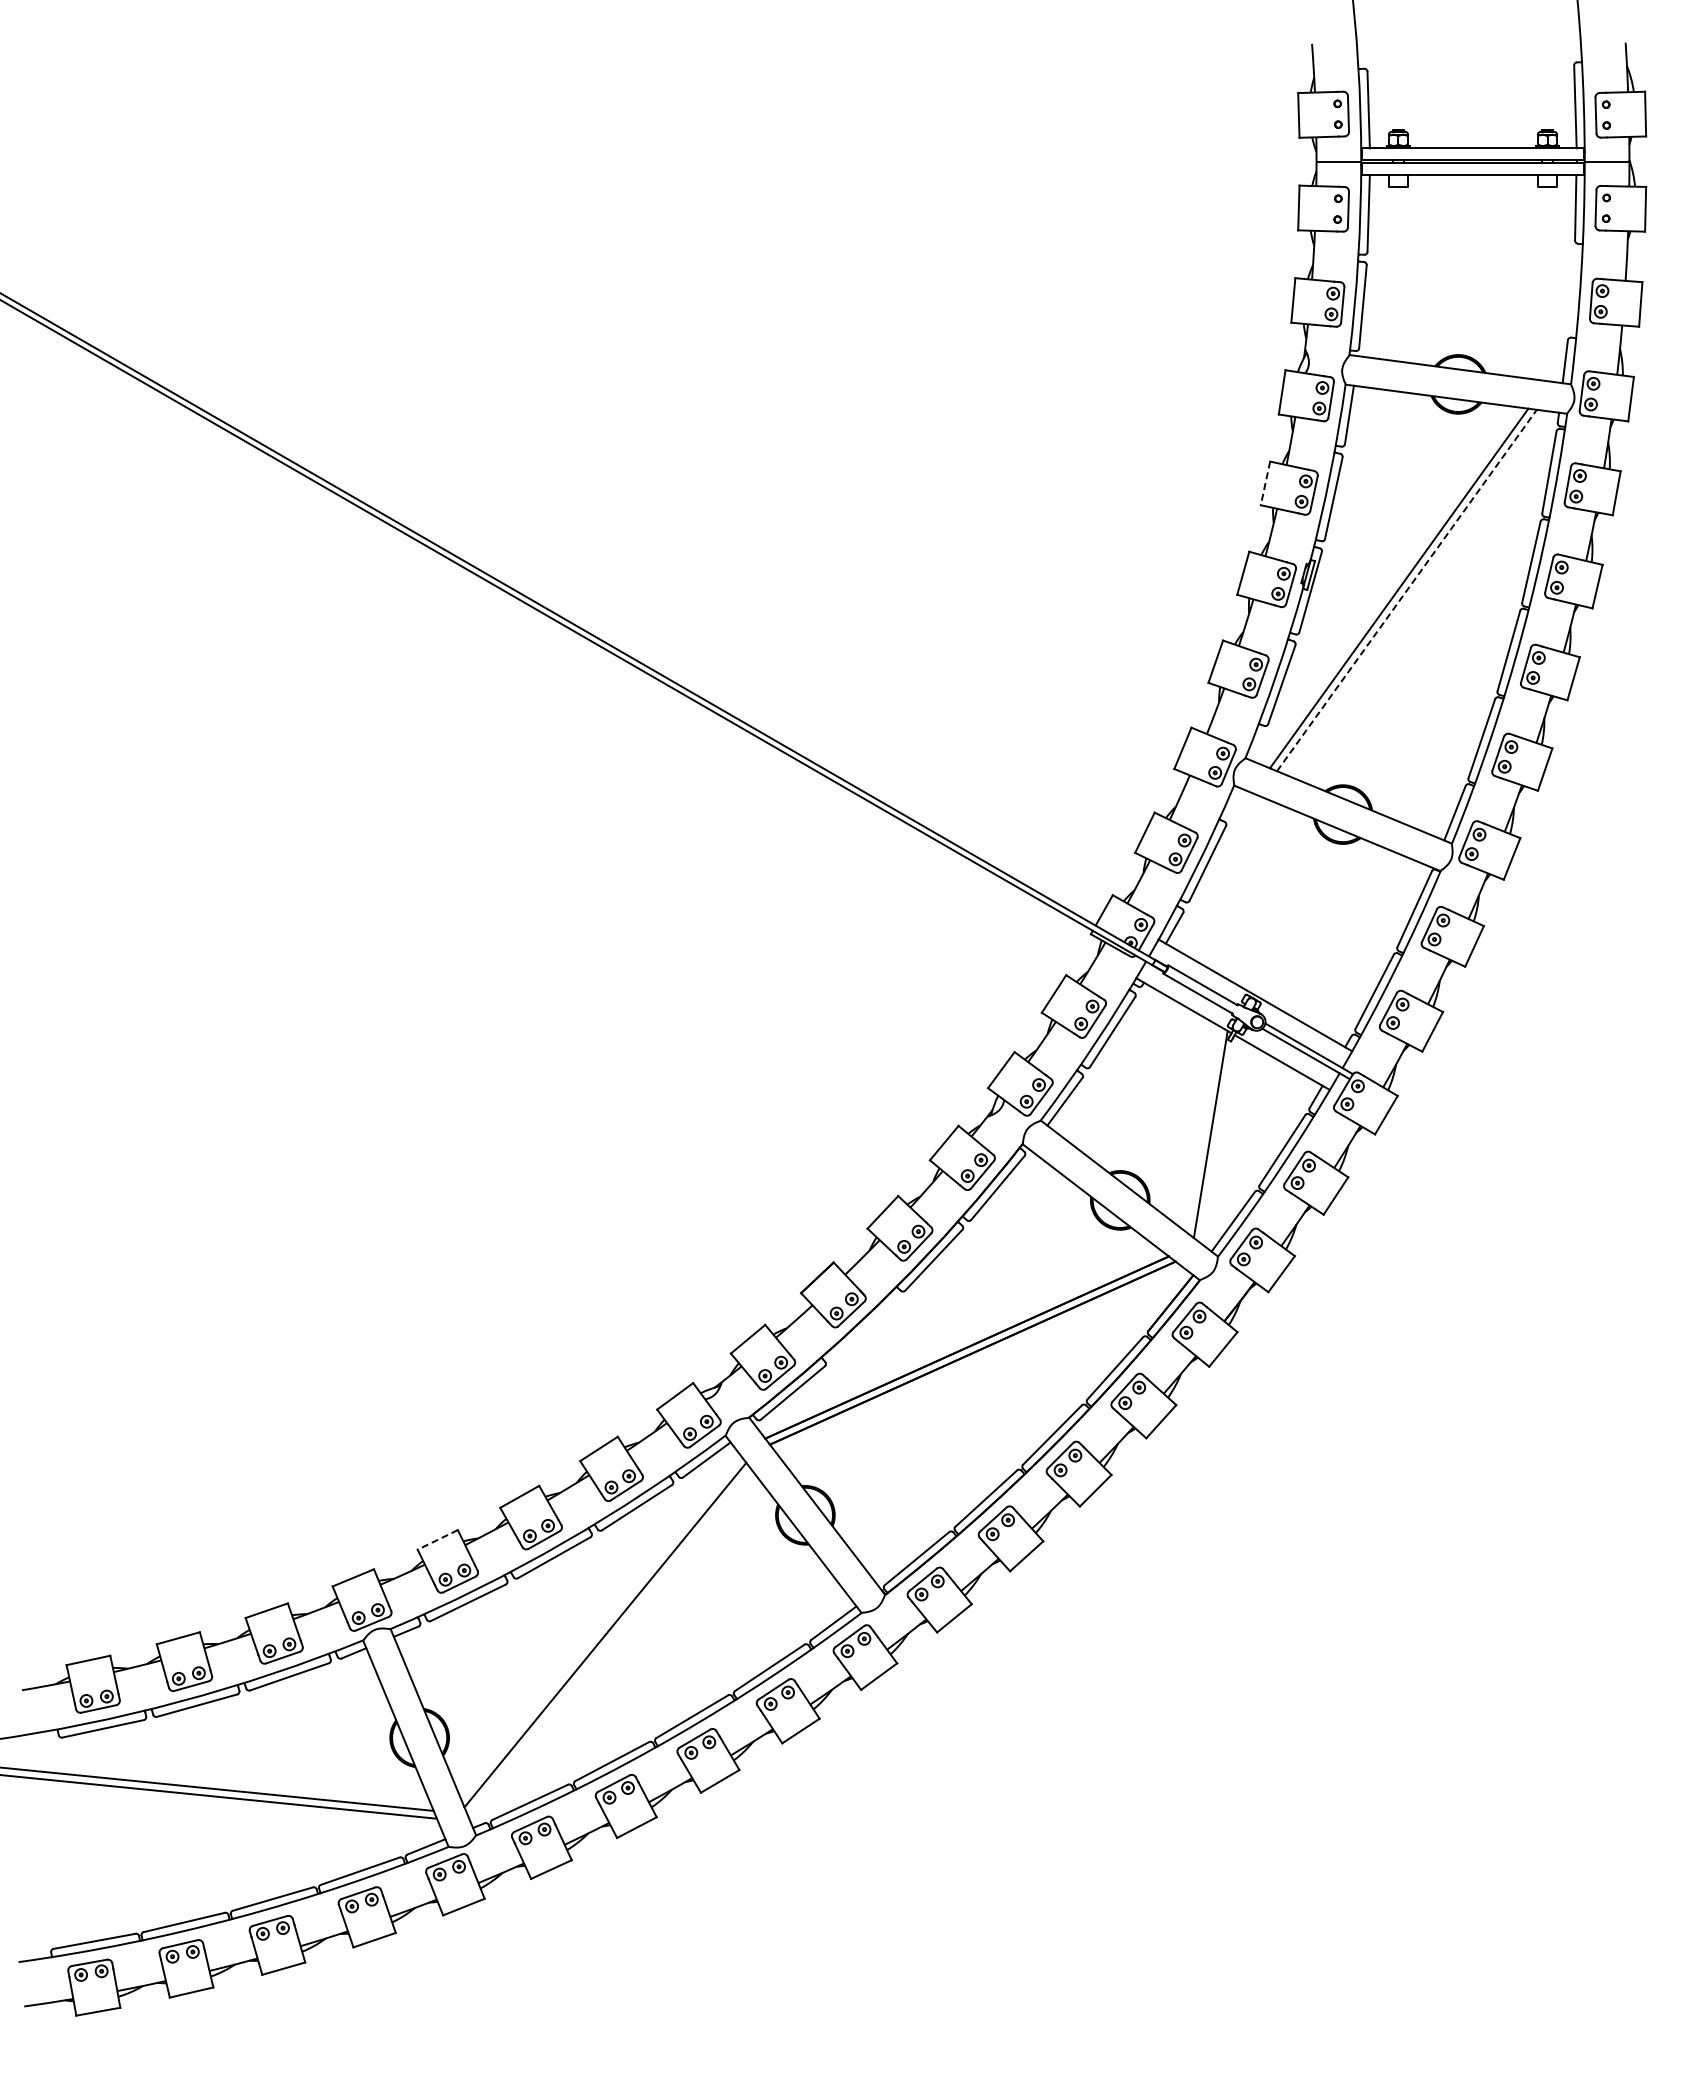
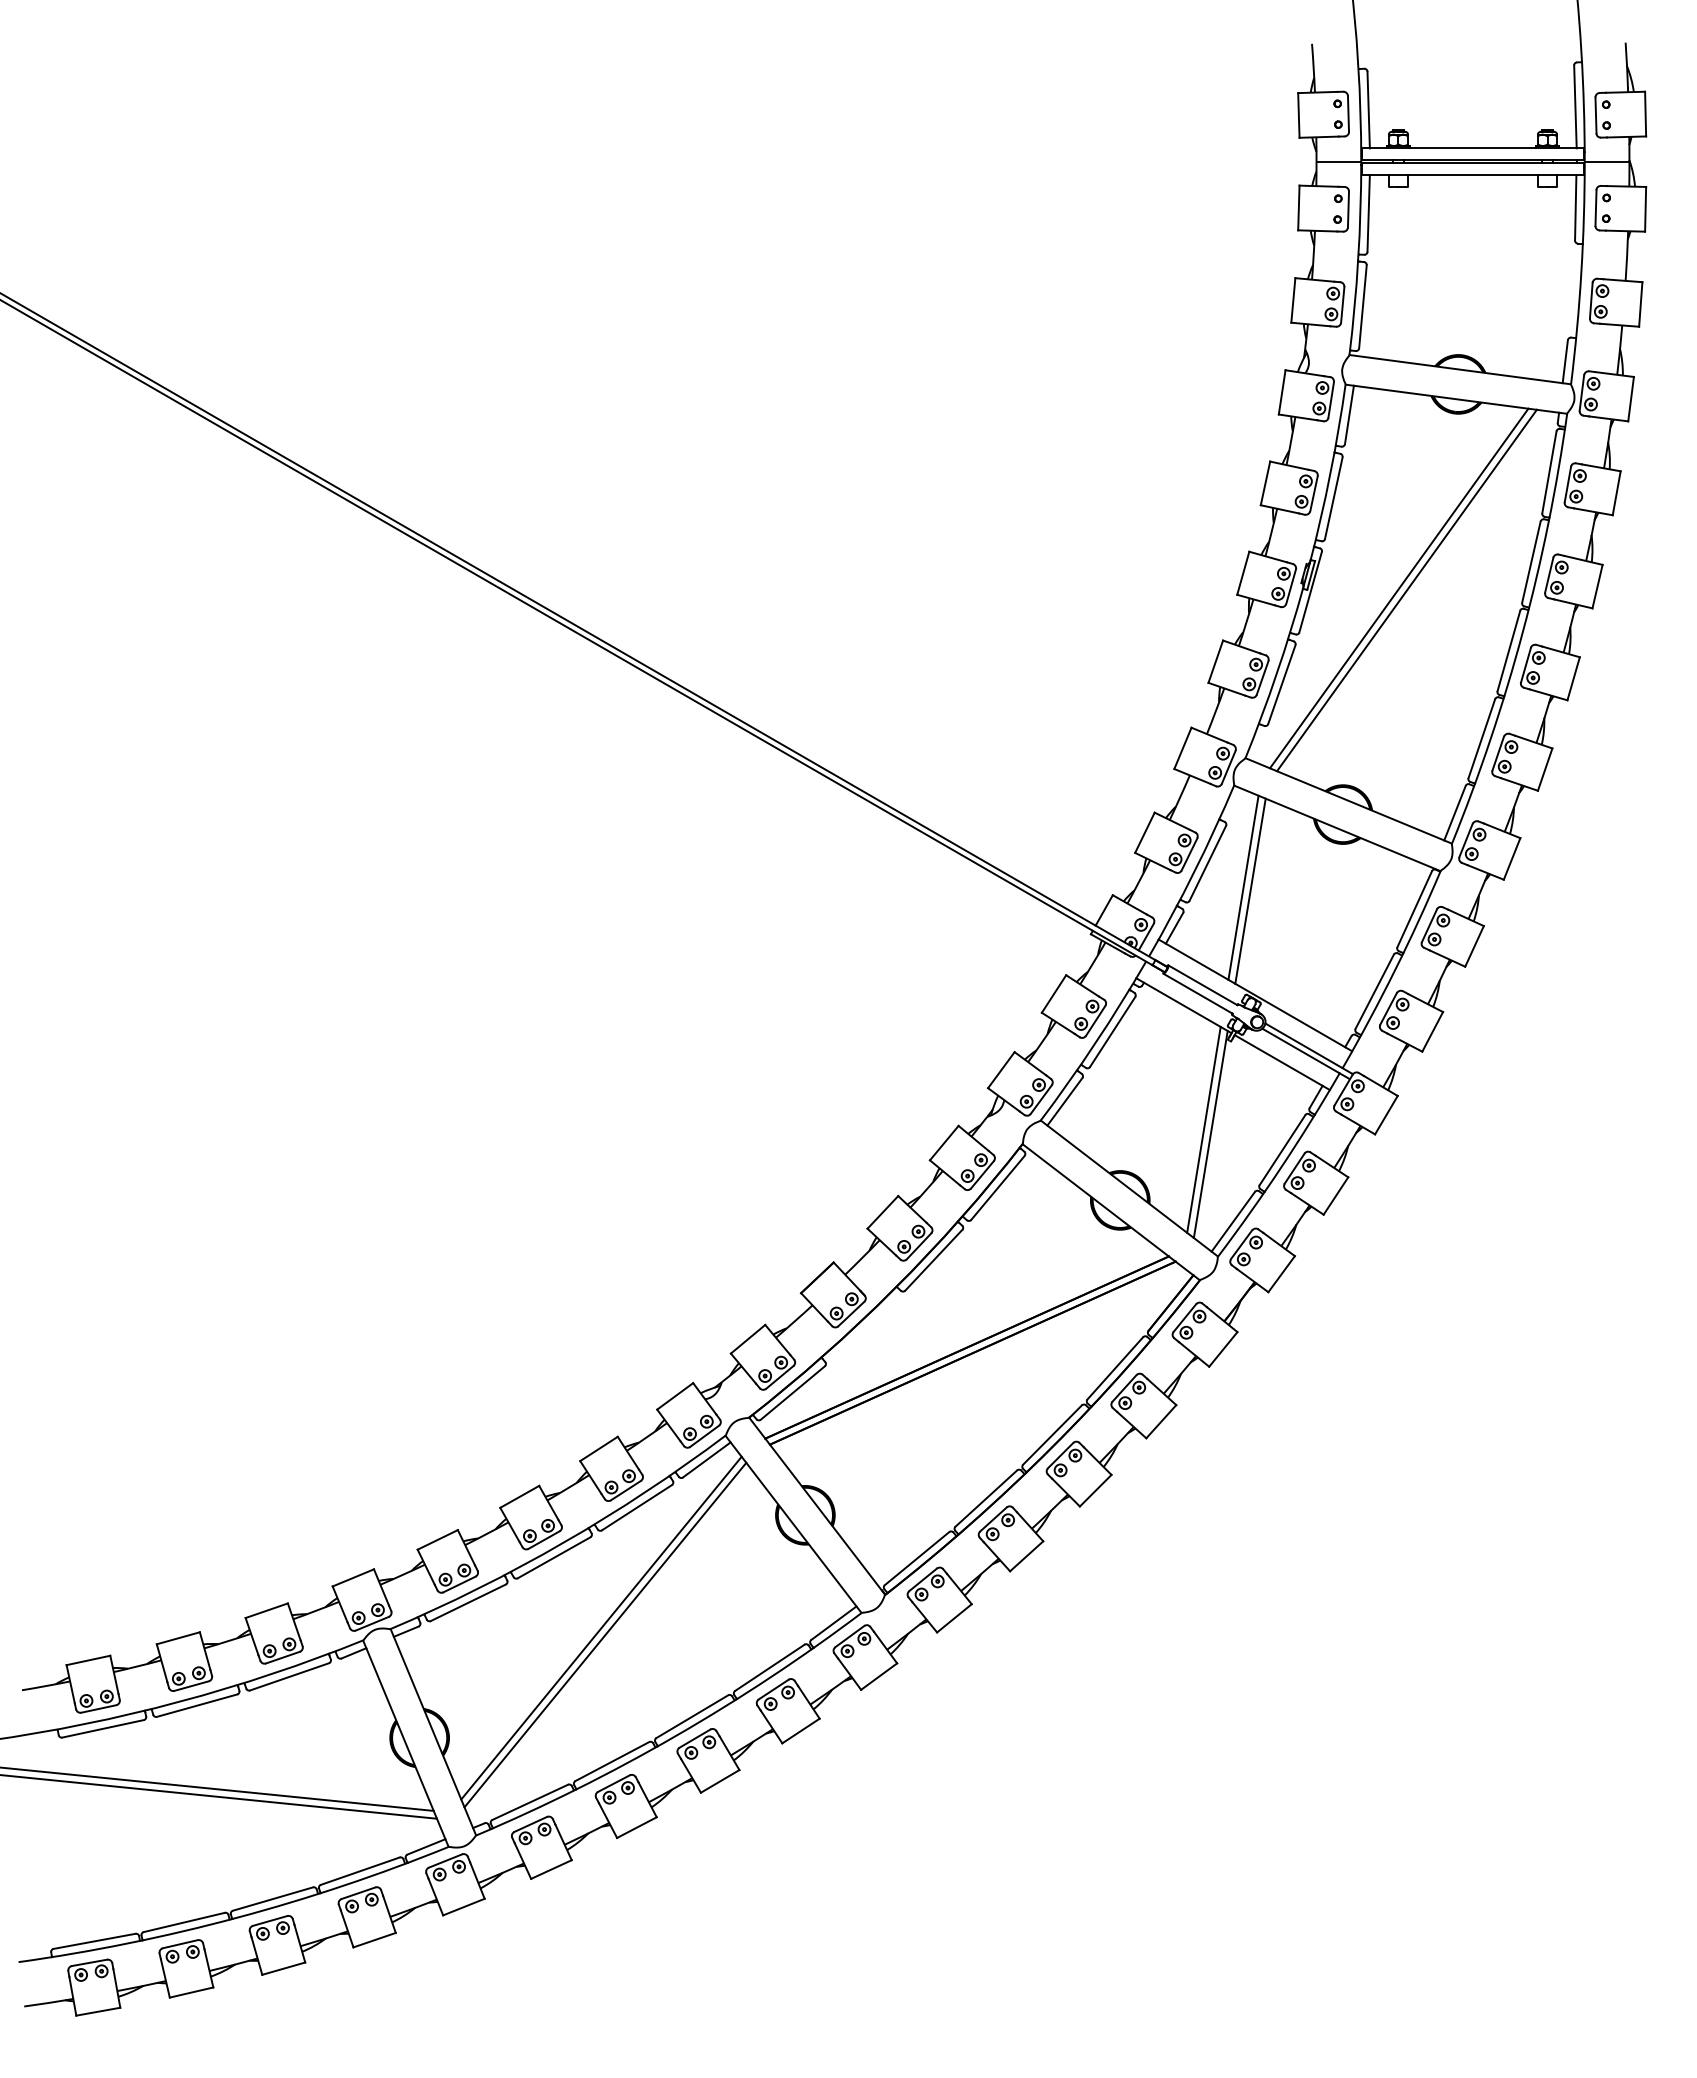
line at (1265, 483): dashed -> solid
line at (1406, 590): dashed -> solid
line at (1243, 887): none -> present
line at (1250, 890): none -> present
line at (1203, 1129): none -> present
line at (437, 1540): dashed -> solid
line at (601, 1627): none -> present
